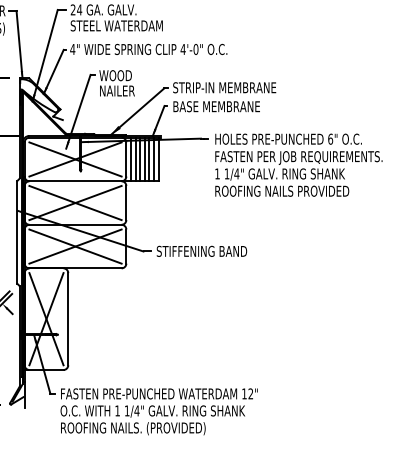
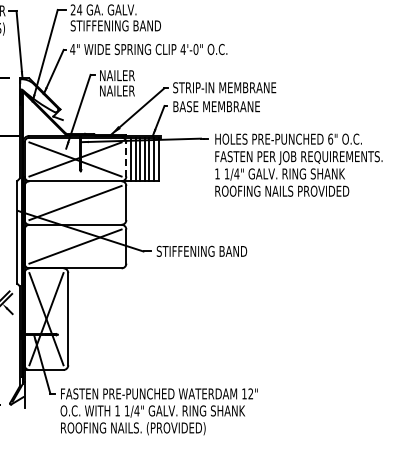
text at (123, 25): STEEL WATERDAM -> STIFFENING BAND
text at (116, 75): WOOD -> NAILER
line at (126, 158): solid -> dashed
line at (75, 202): present -> none
line at (75, 246): present -> none
